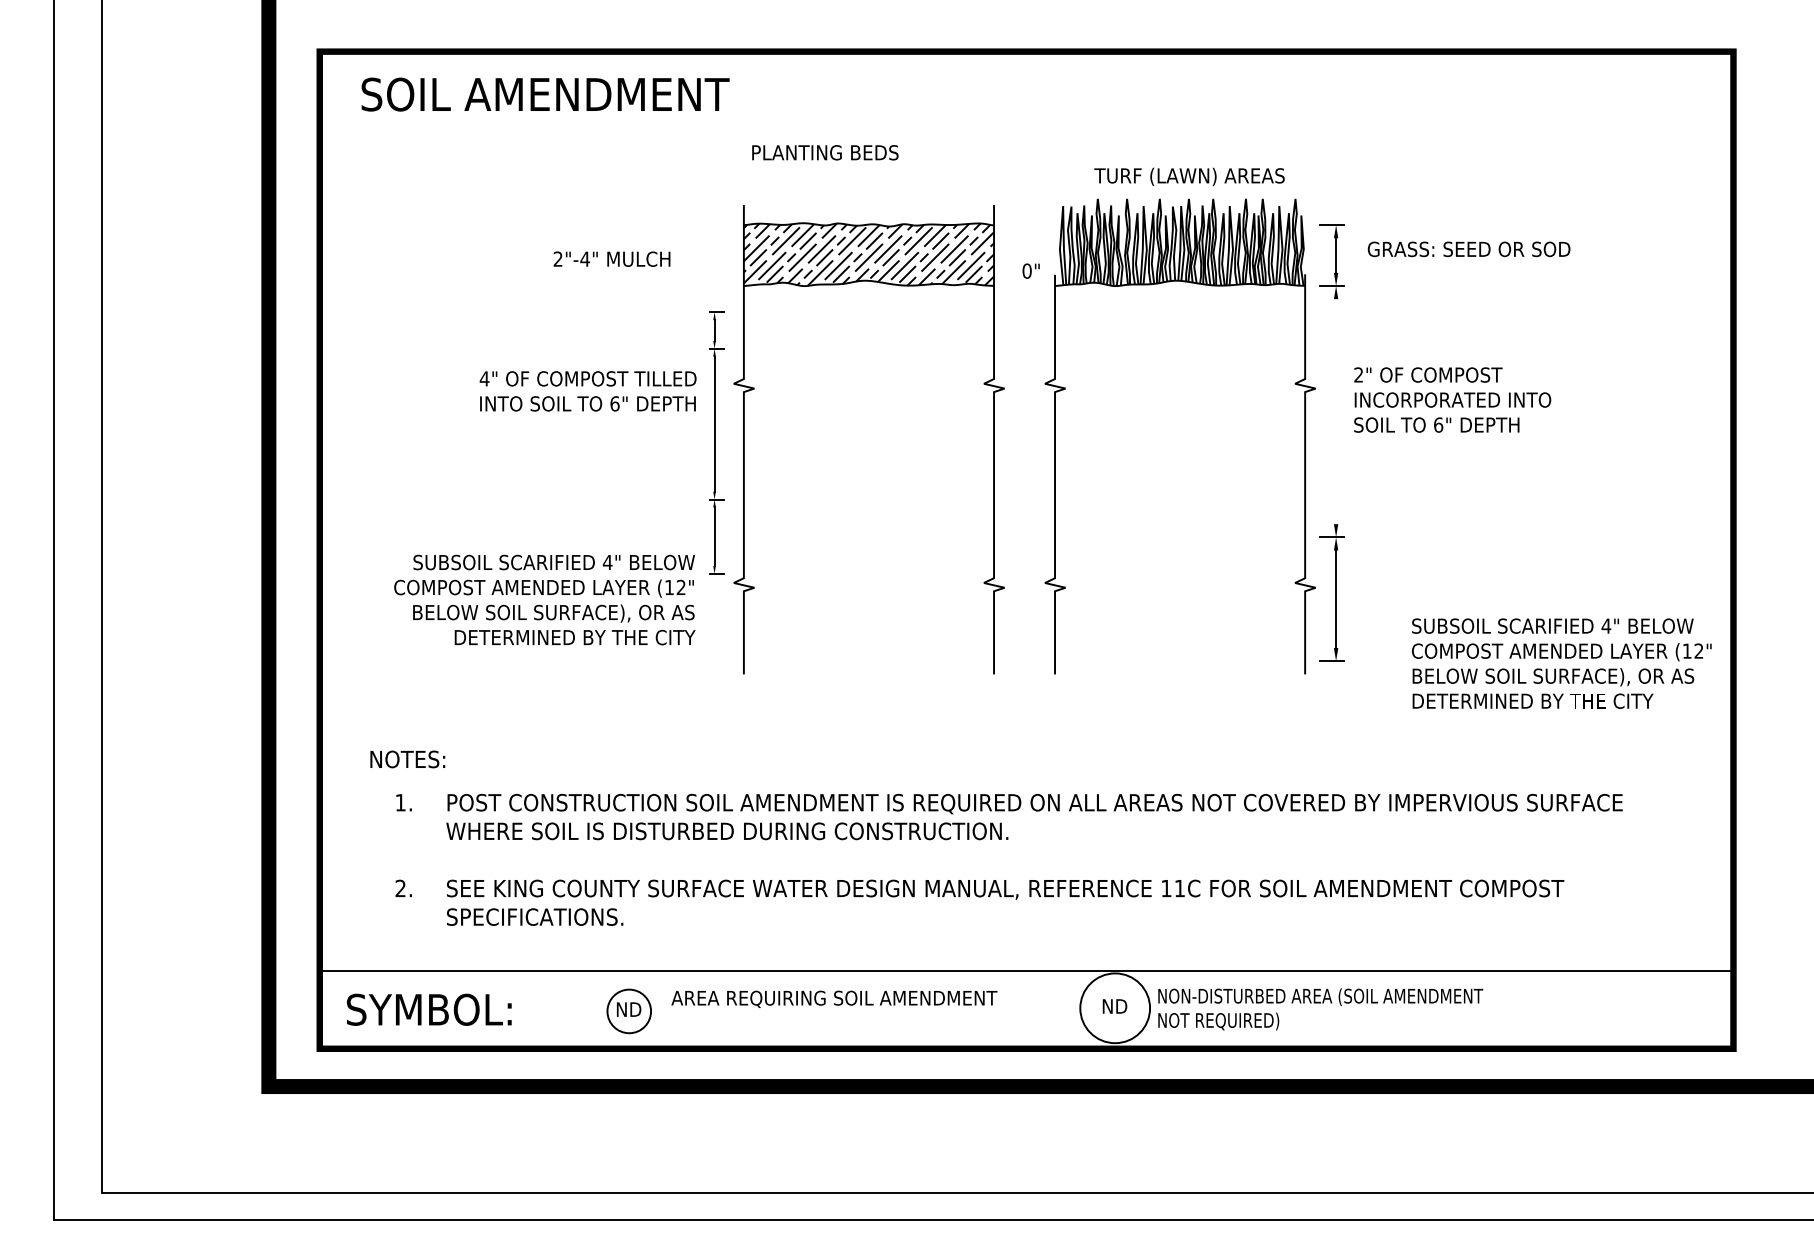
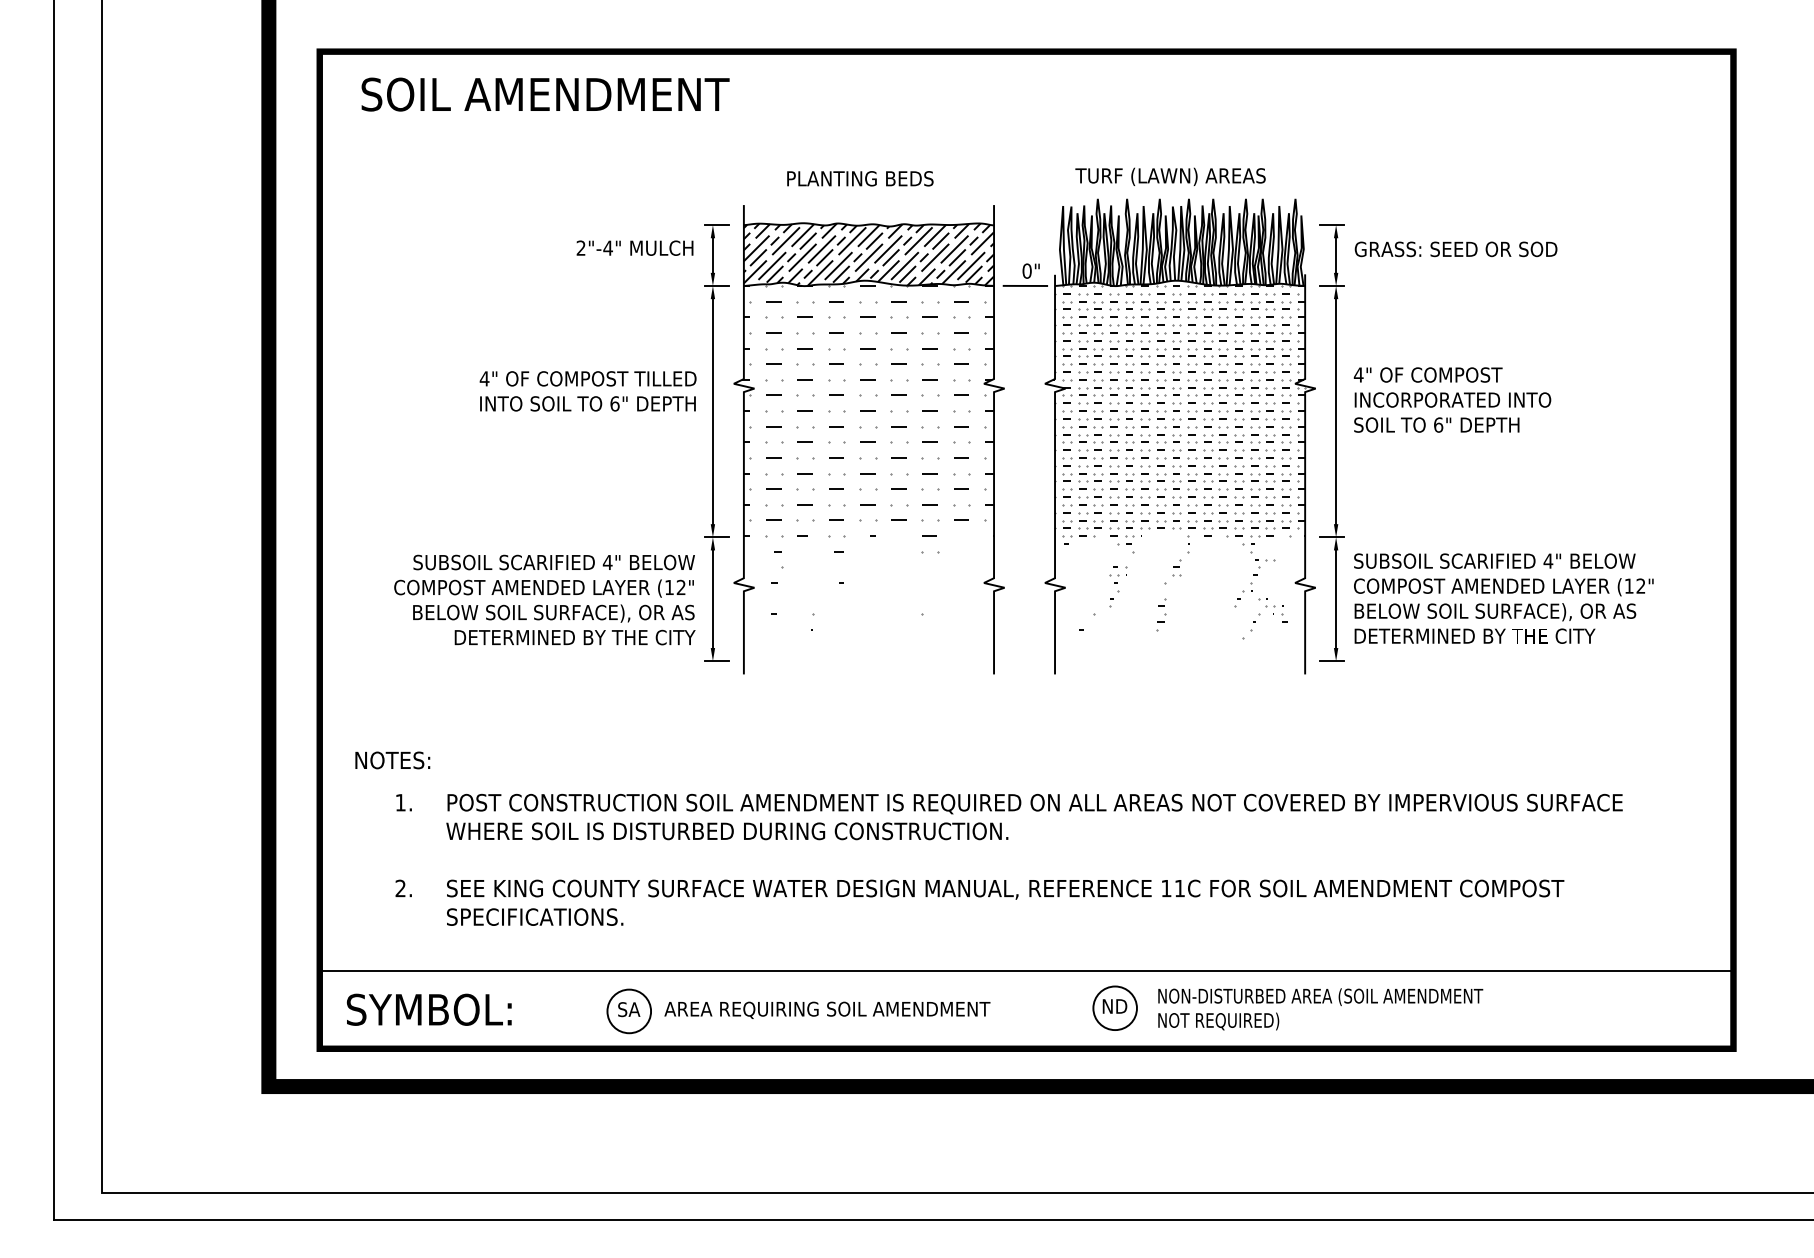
text at (825, 152) position: (825, 152) -> (860, 178)
text at (1189, 176) position: (1189, 176) -> (1170, 176)
text at (1468, 249) position: (1468, 249) -> (1455, 249)
text at (611, 258) position: (611, 258) -> (634, 247)
line at (1025, 285): none -> present
text at (1358, 374): 2" -> 4"
line at (1336, 411): none -> present
part at (716, 442) size: 16x264 px -> 26x438 px
hatch at (868, 457): none -> present
hatch at (1179, 465): none -> present
text at (1561, 663) position: (1561, 663) -> (1503, 598)
text at (407, 759) position: (407, 759) -> (392, 760)
text at (834, 998) position: (834, 998) -> (827, 1009)
circle at (1115, 1008) diameter: 70 px -> 44 px
text at (628, 1009): ND -> SA
